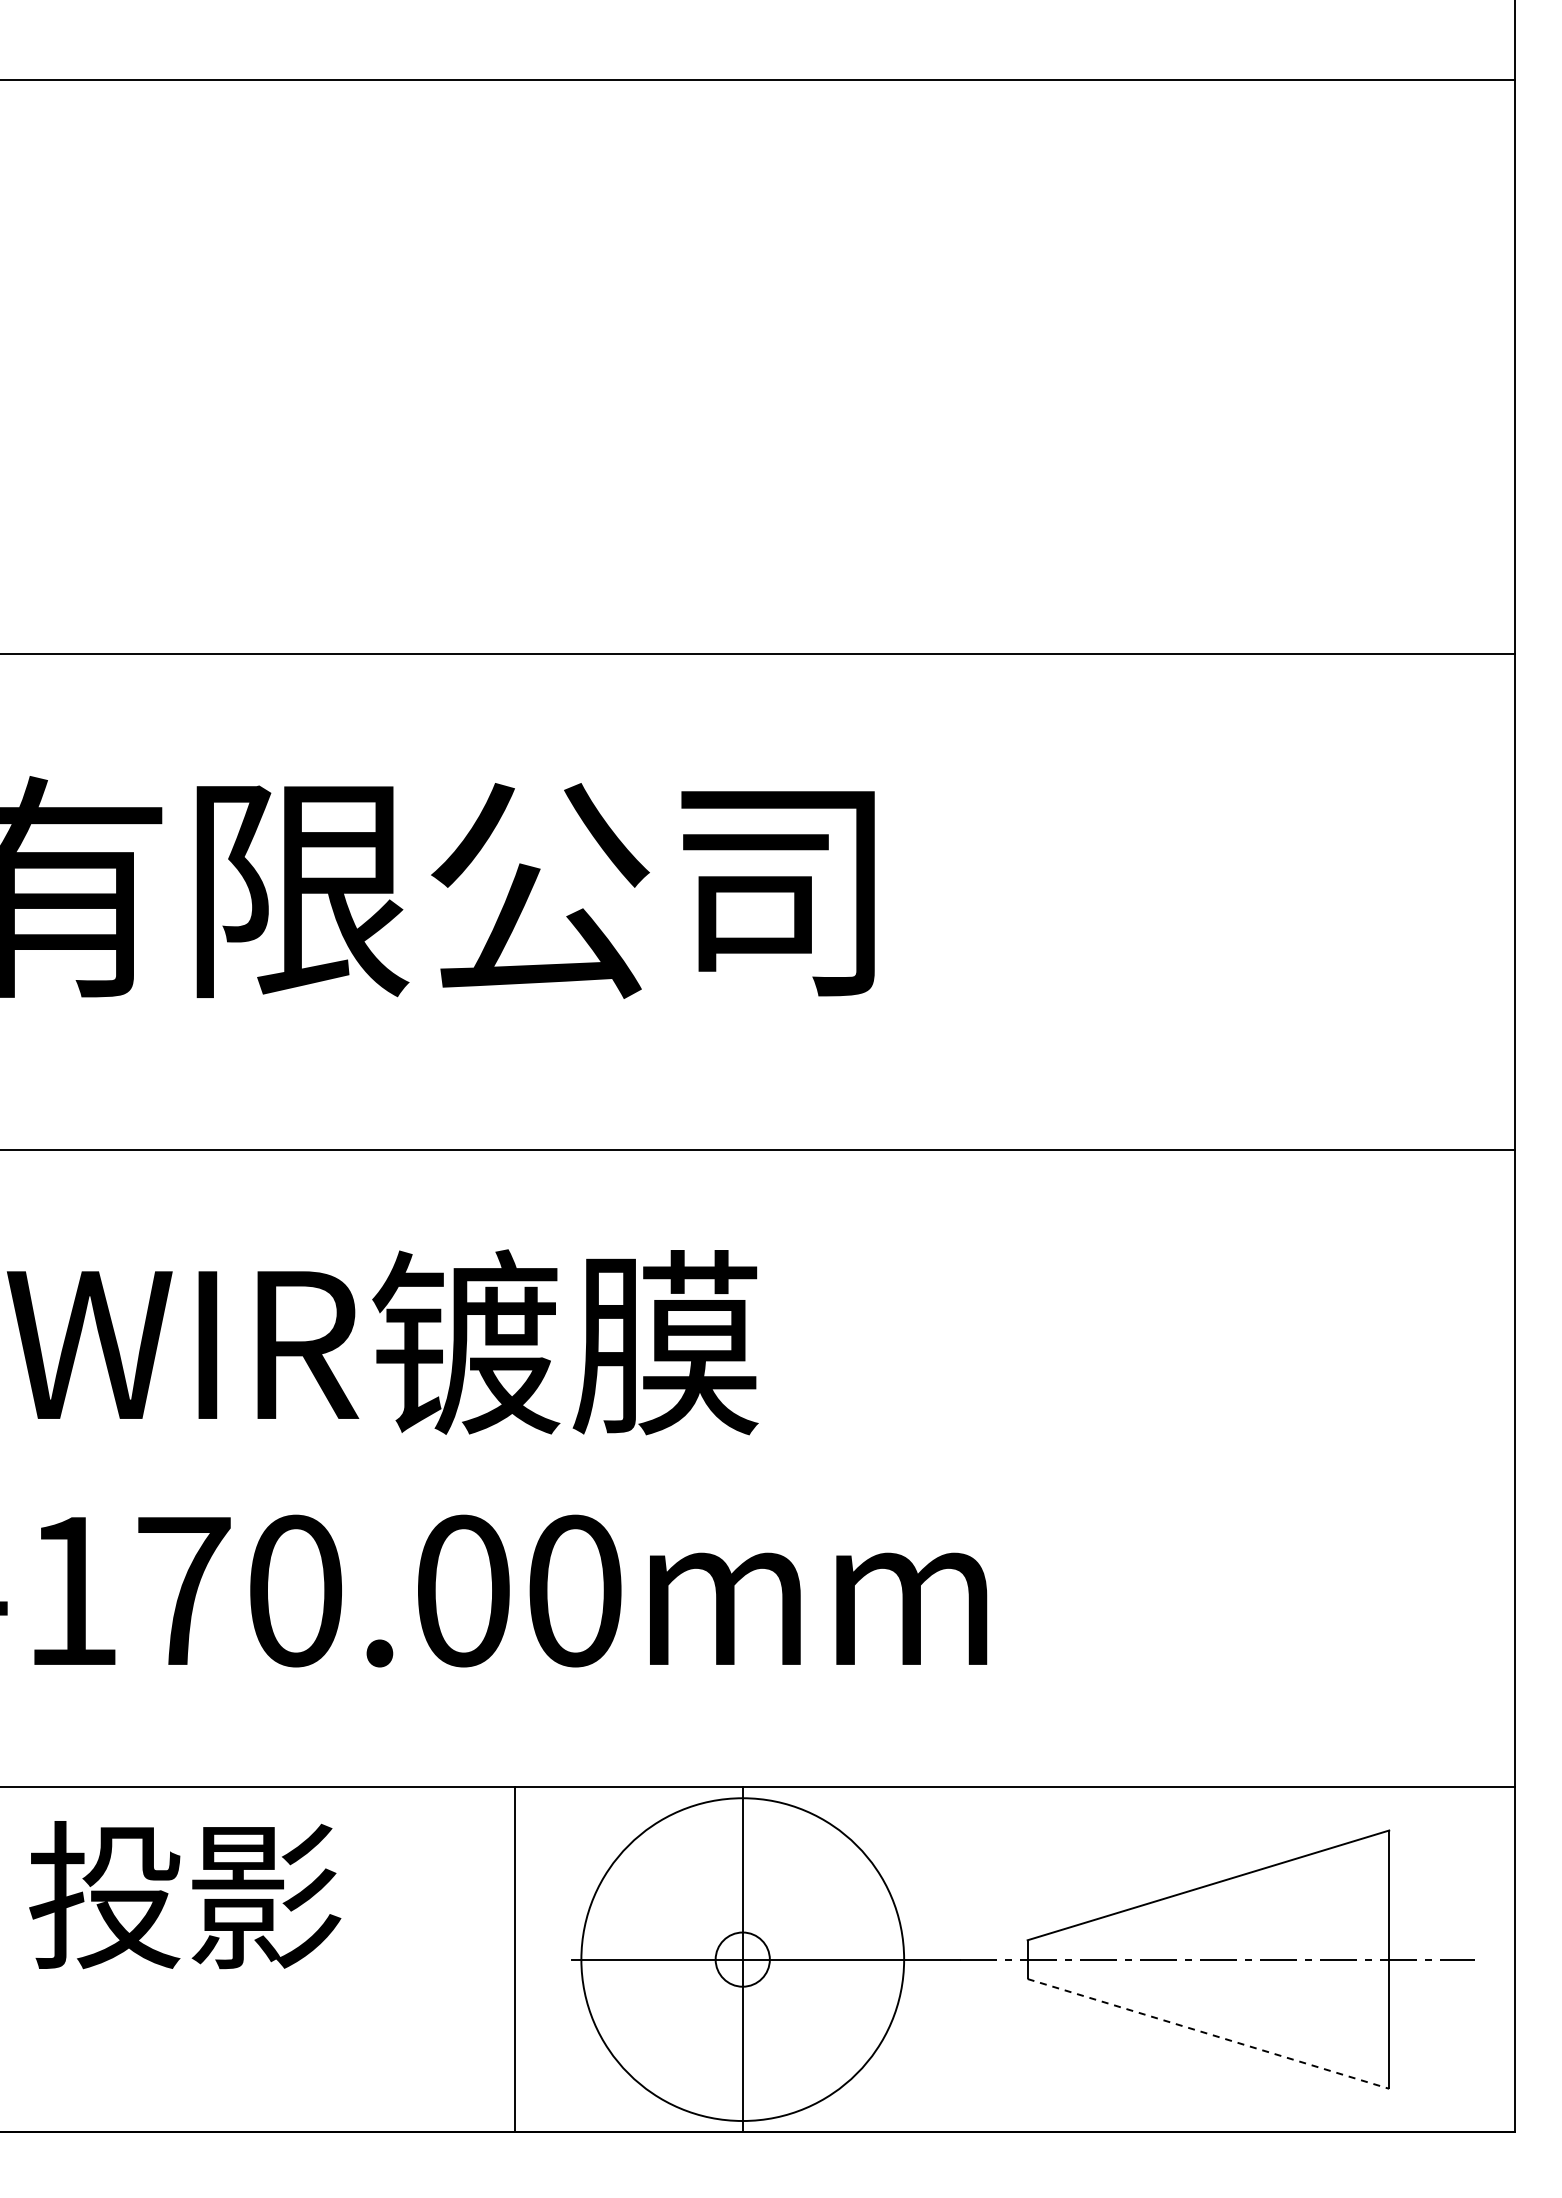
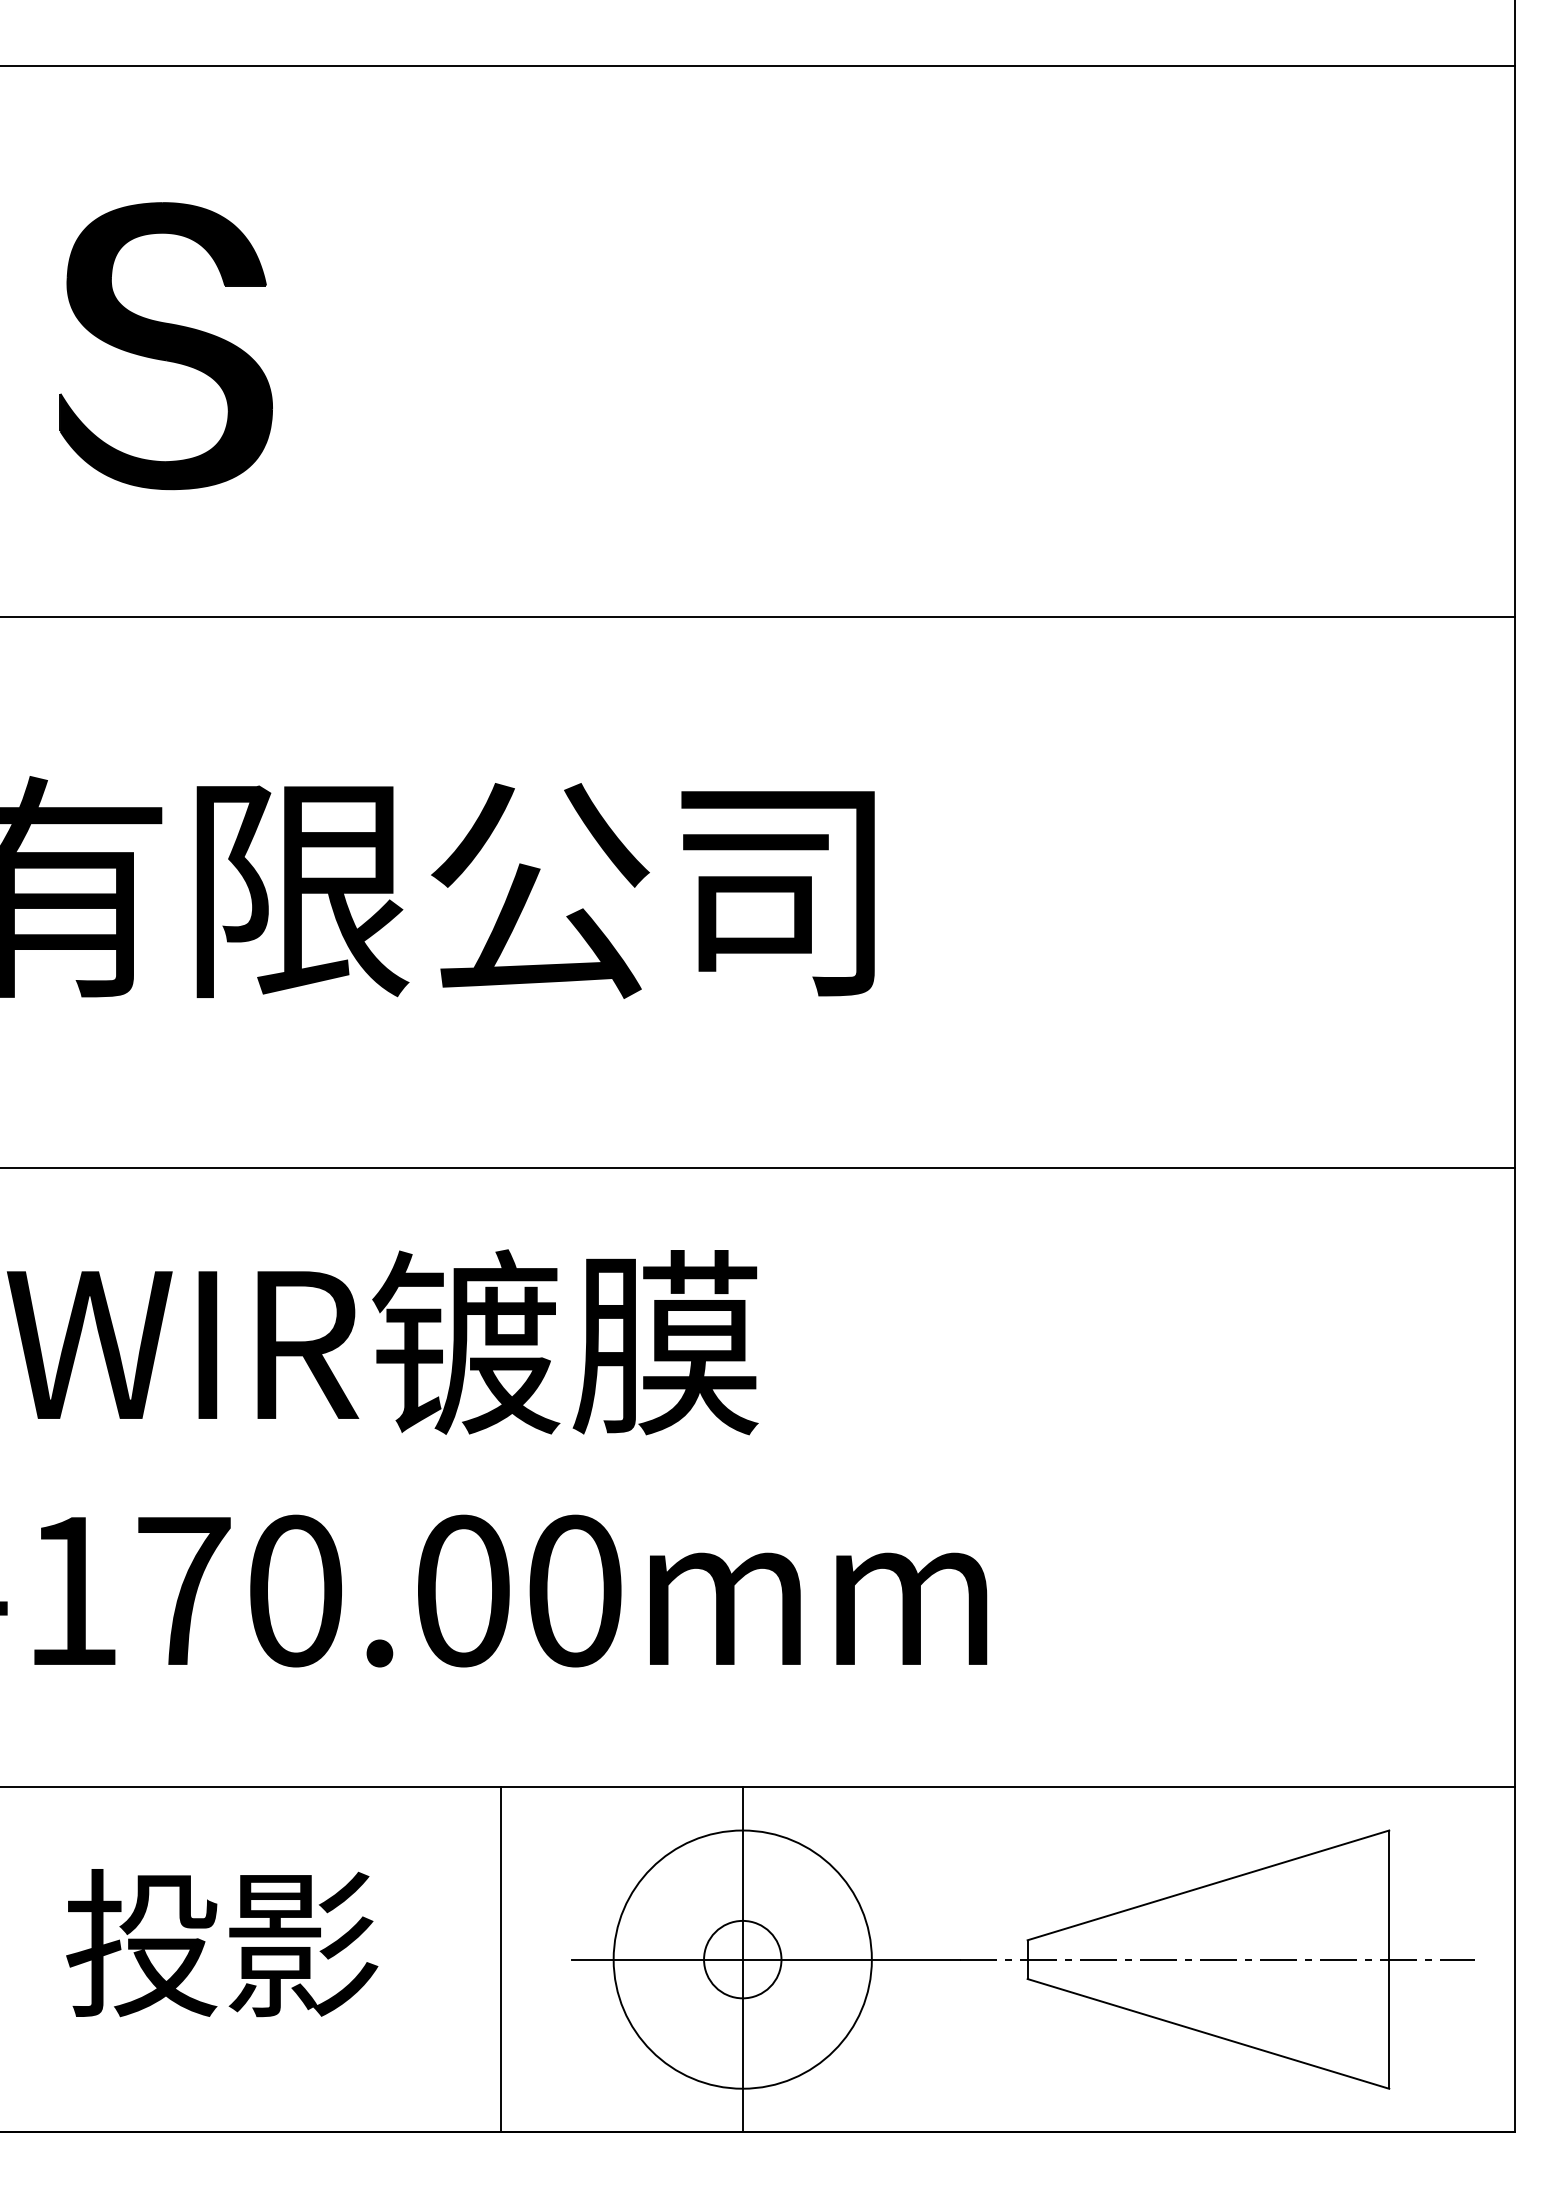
line at (758, 79) position: (758, 79) -> (758, 65)
part at (165, 346): none -> present
line at (758, 653) position: (758, 653) -> (758, 616)
line at (758, 1149) position: (758, 1149) -> (758, 1167)
text at (185, 1895) position: (185, 1895) -> (222, 1943)
line at (514, 1959) position: (514, 1959) -> (500, 1959)
circle at (742, 1959) diameter: 323 px -> 258 px
circle at (742, 1959) diameter: 54 px -> 77 px
line at (1208, 2033): dashed -> solid
